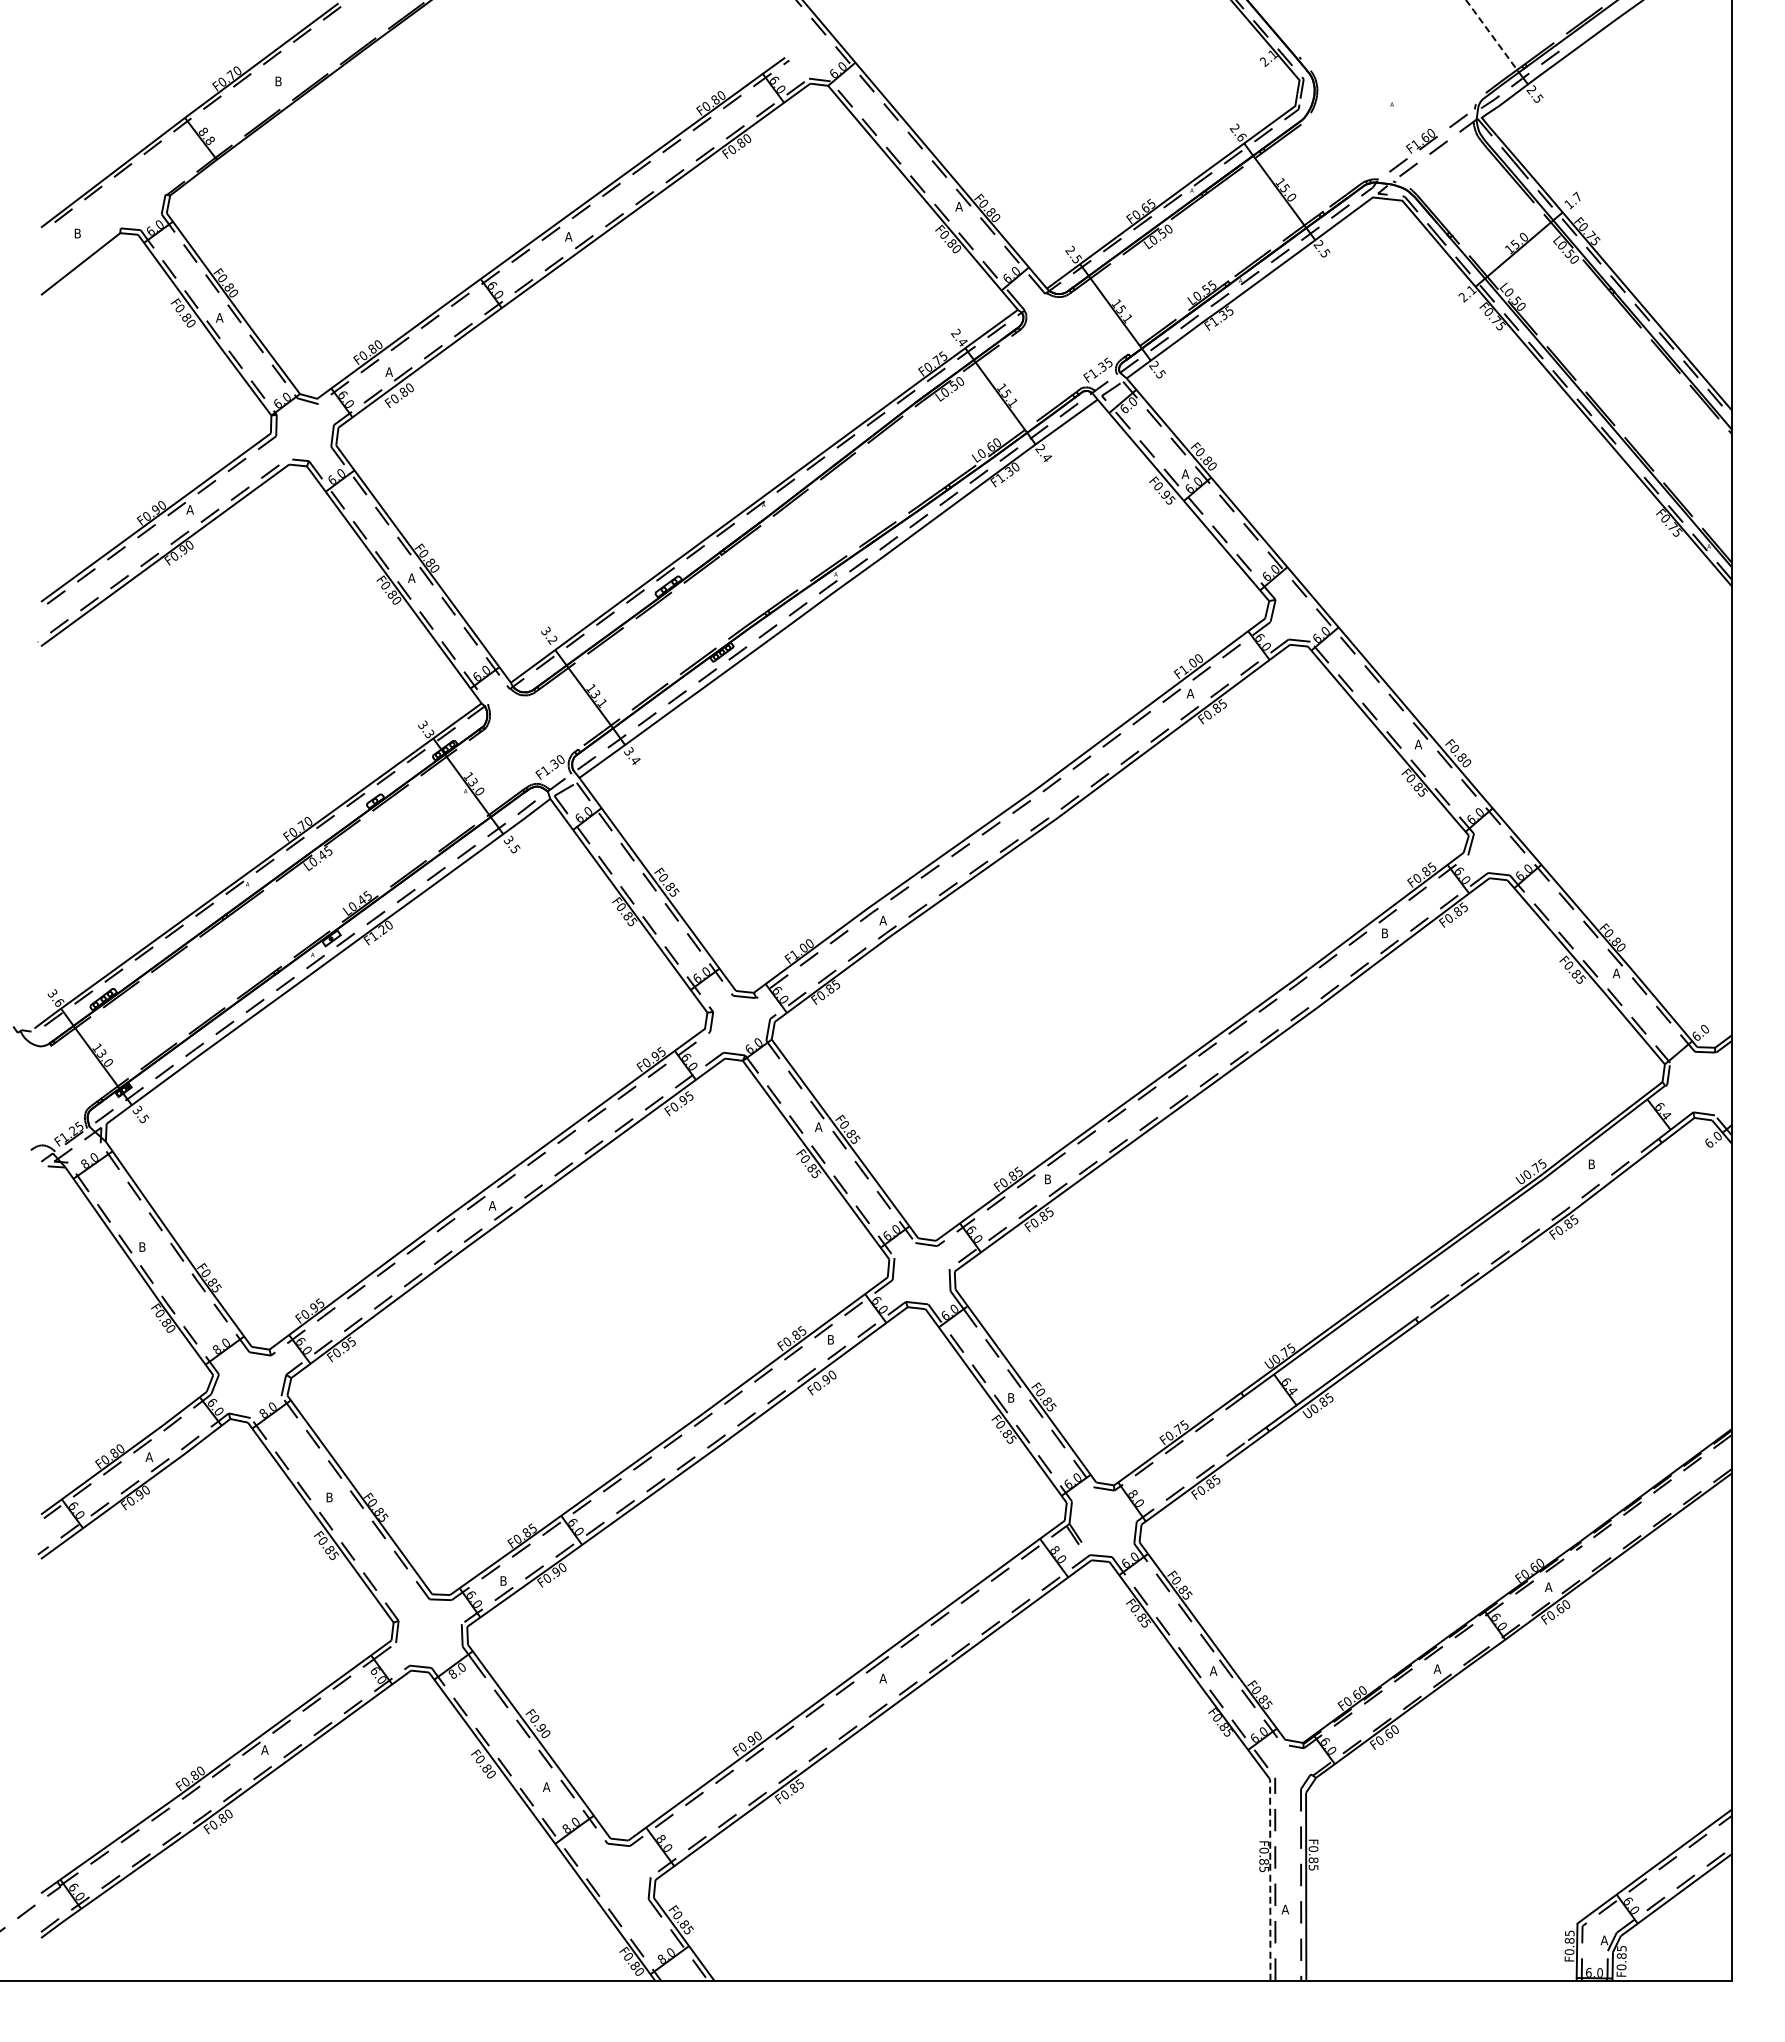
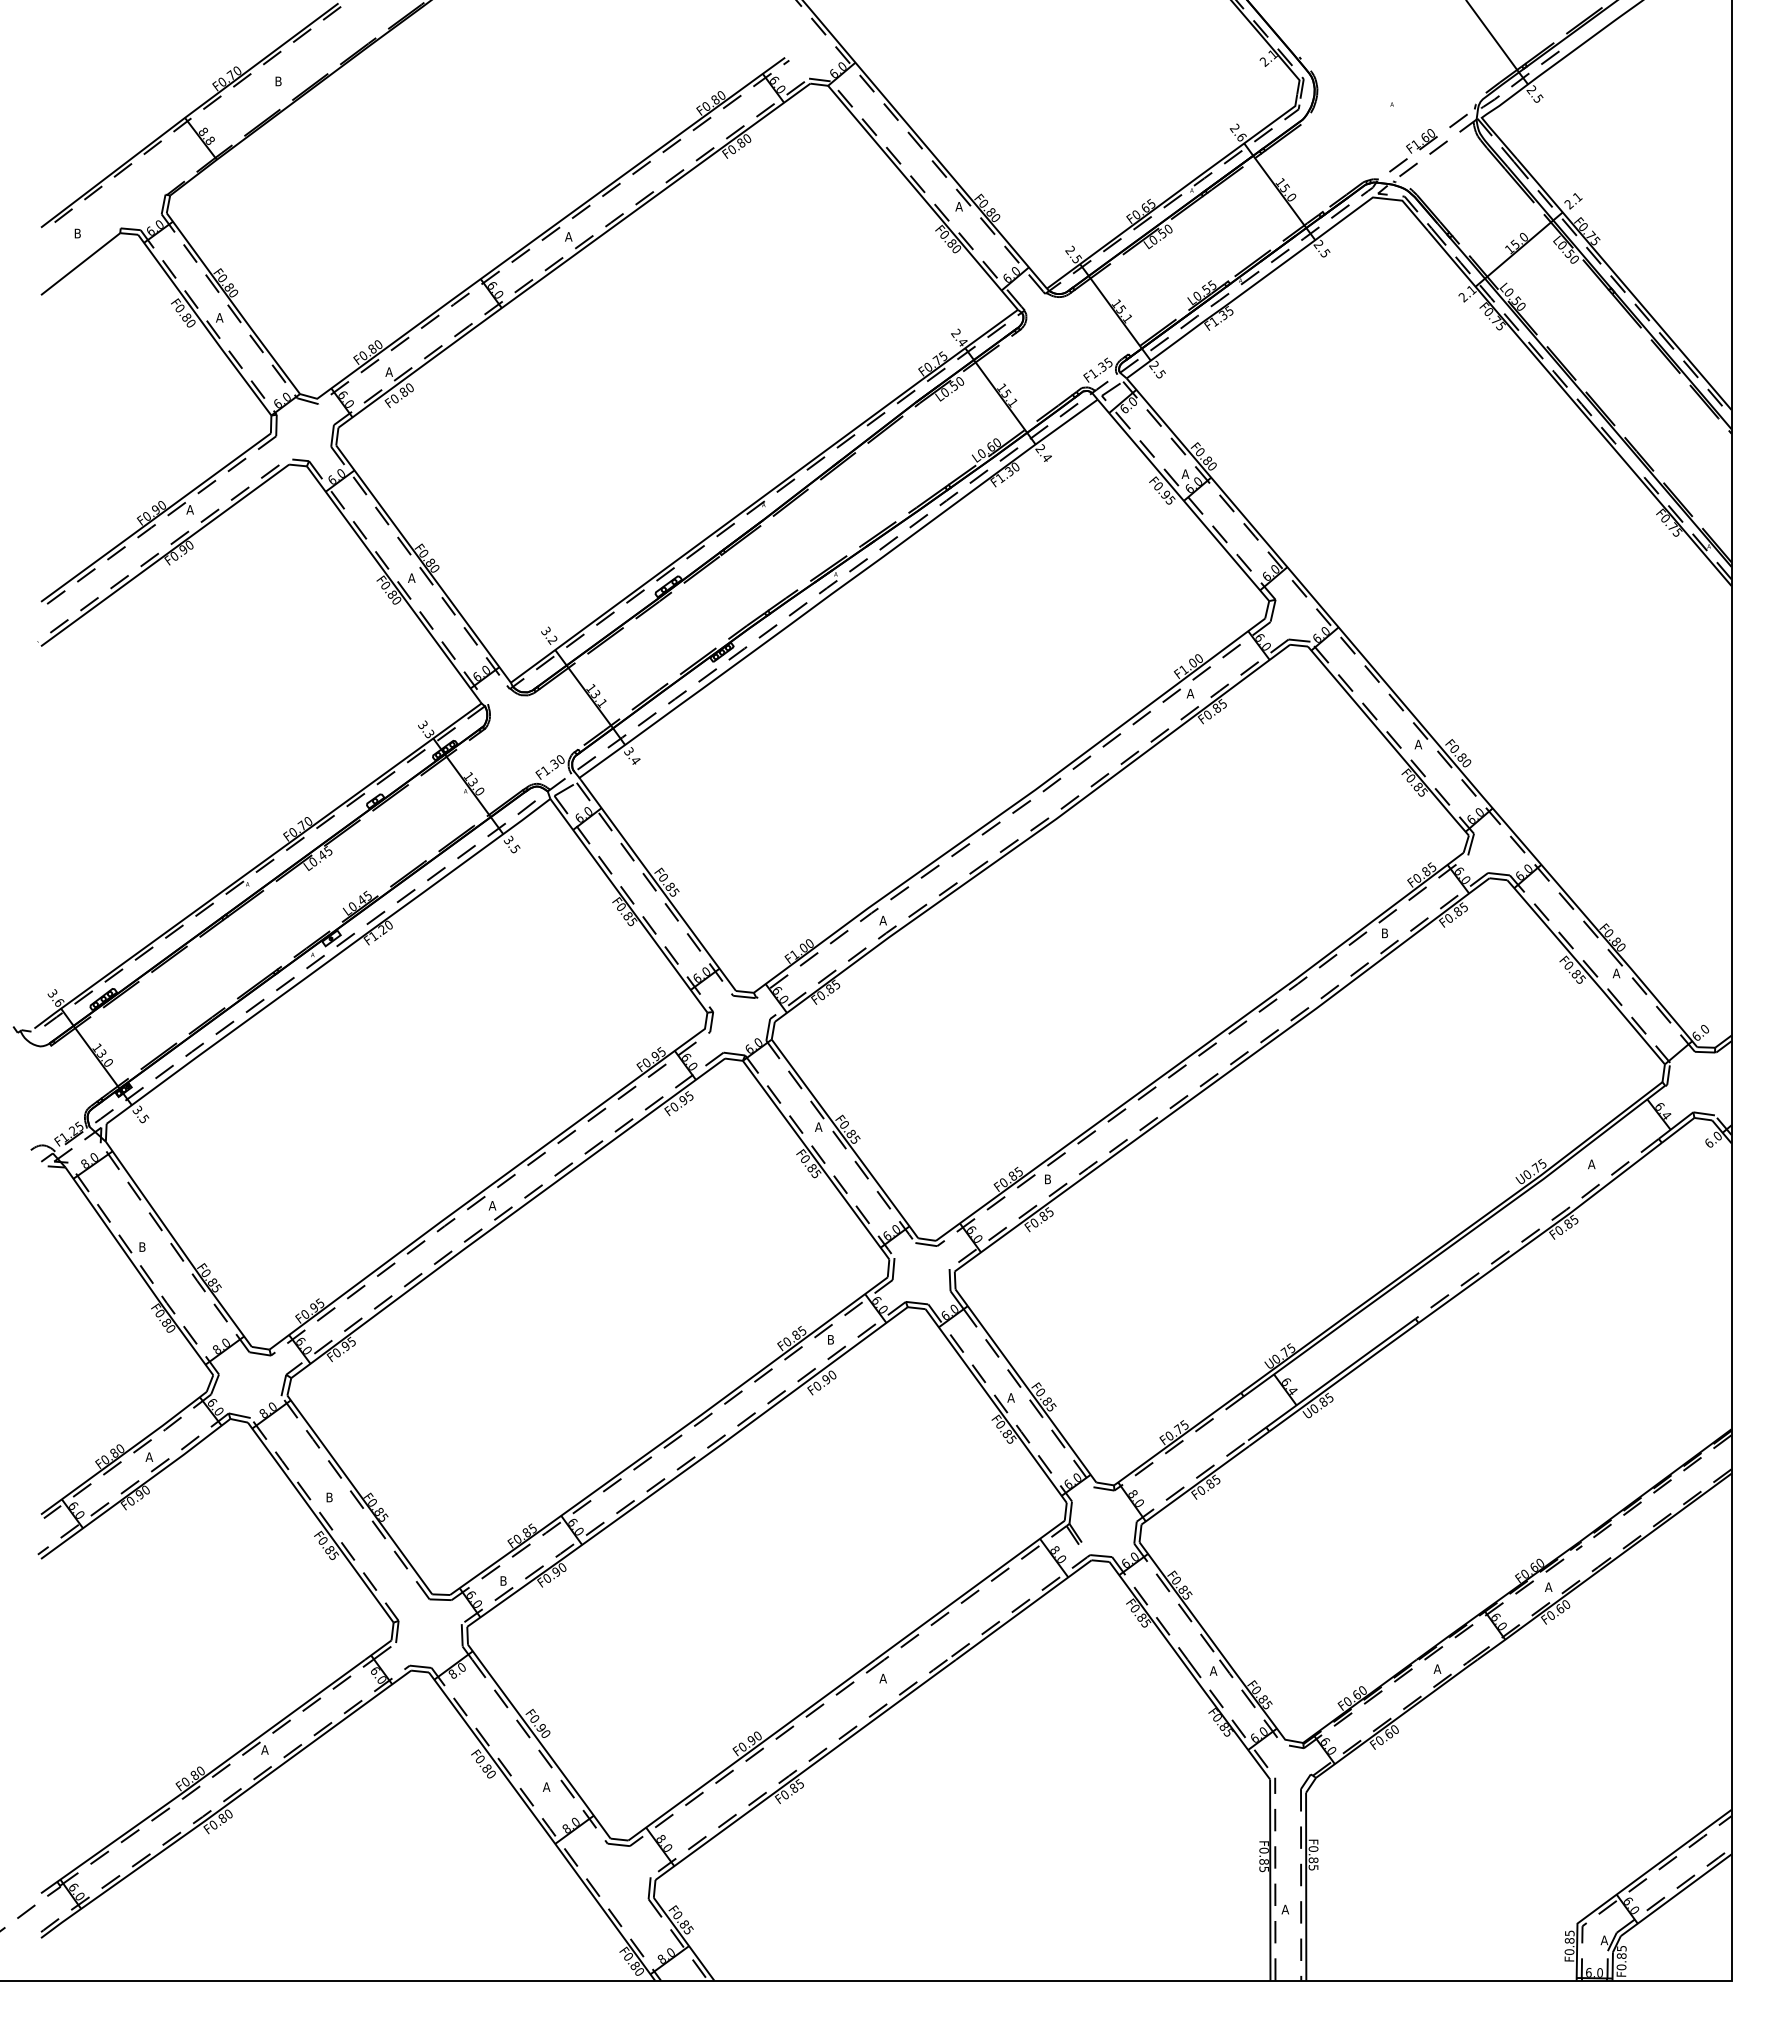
line at (1493, 36): dashed -> solid
text at (1573, 200): 1.7 -> 2.1
text at (1591, 1164): B -> A
text at (1010, 1397): B -> A
line at (1270, 1880): dashed -> solid
